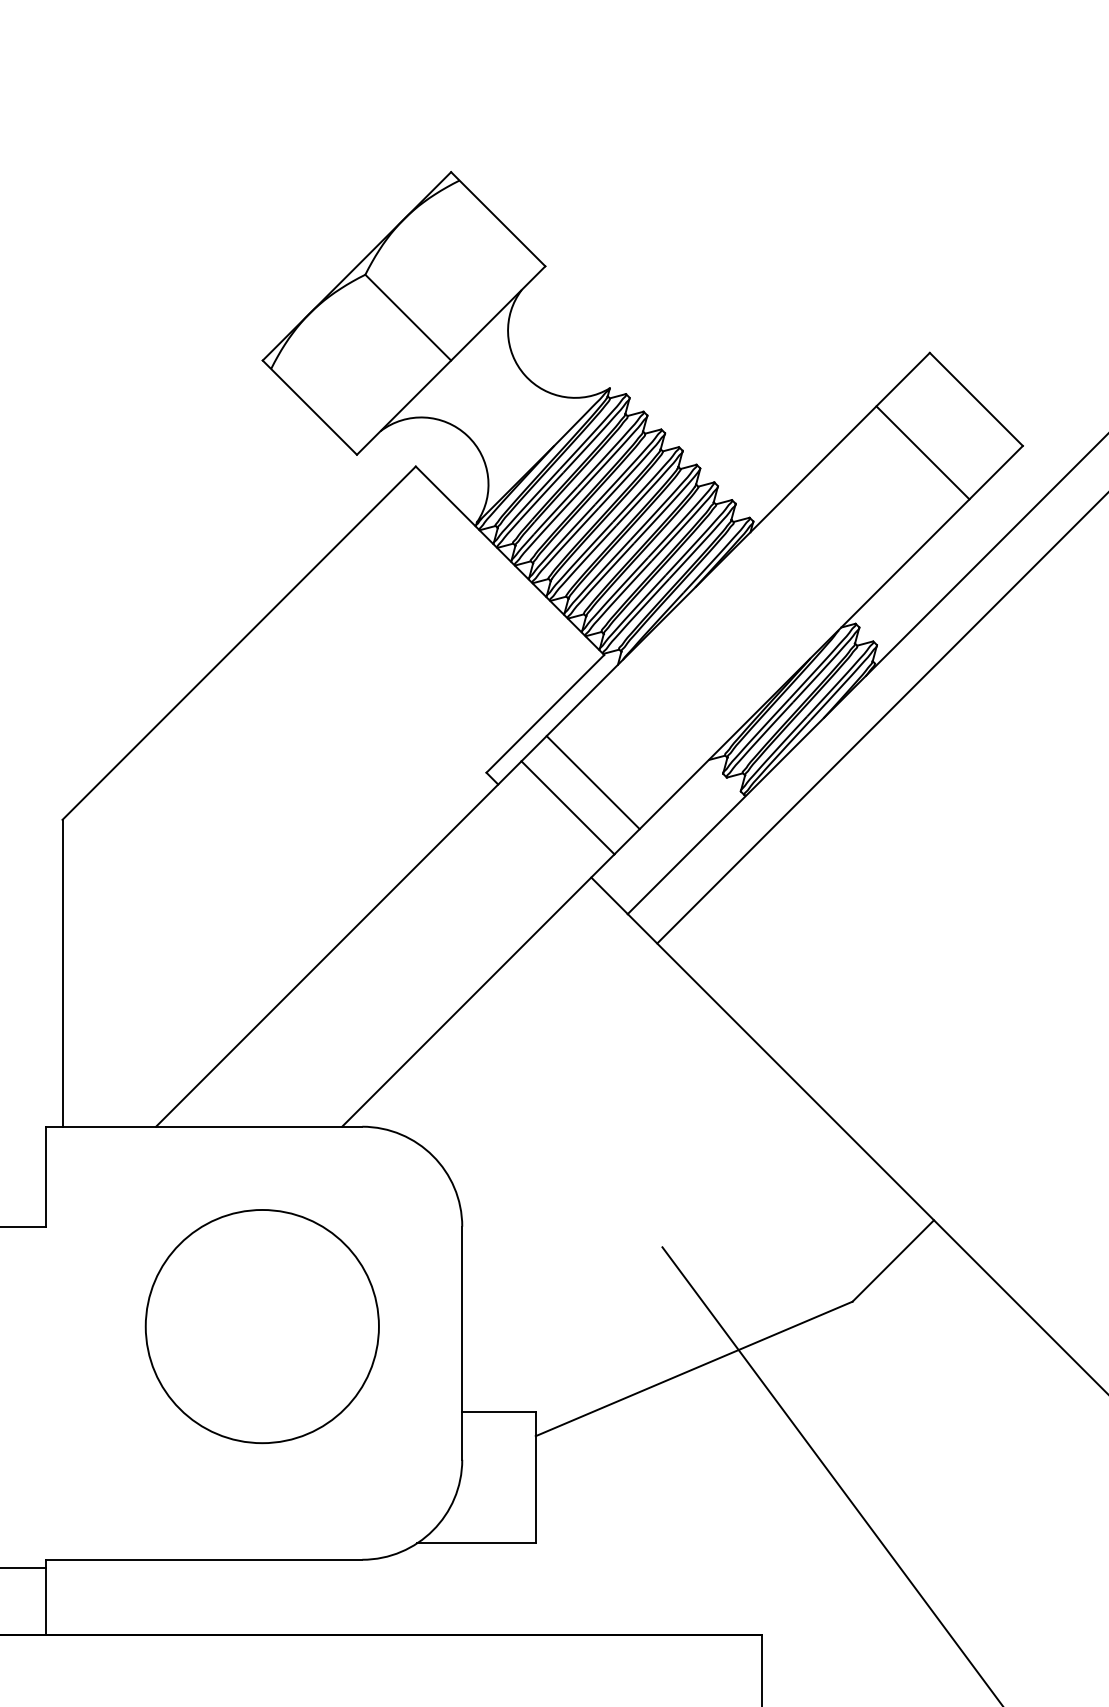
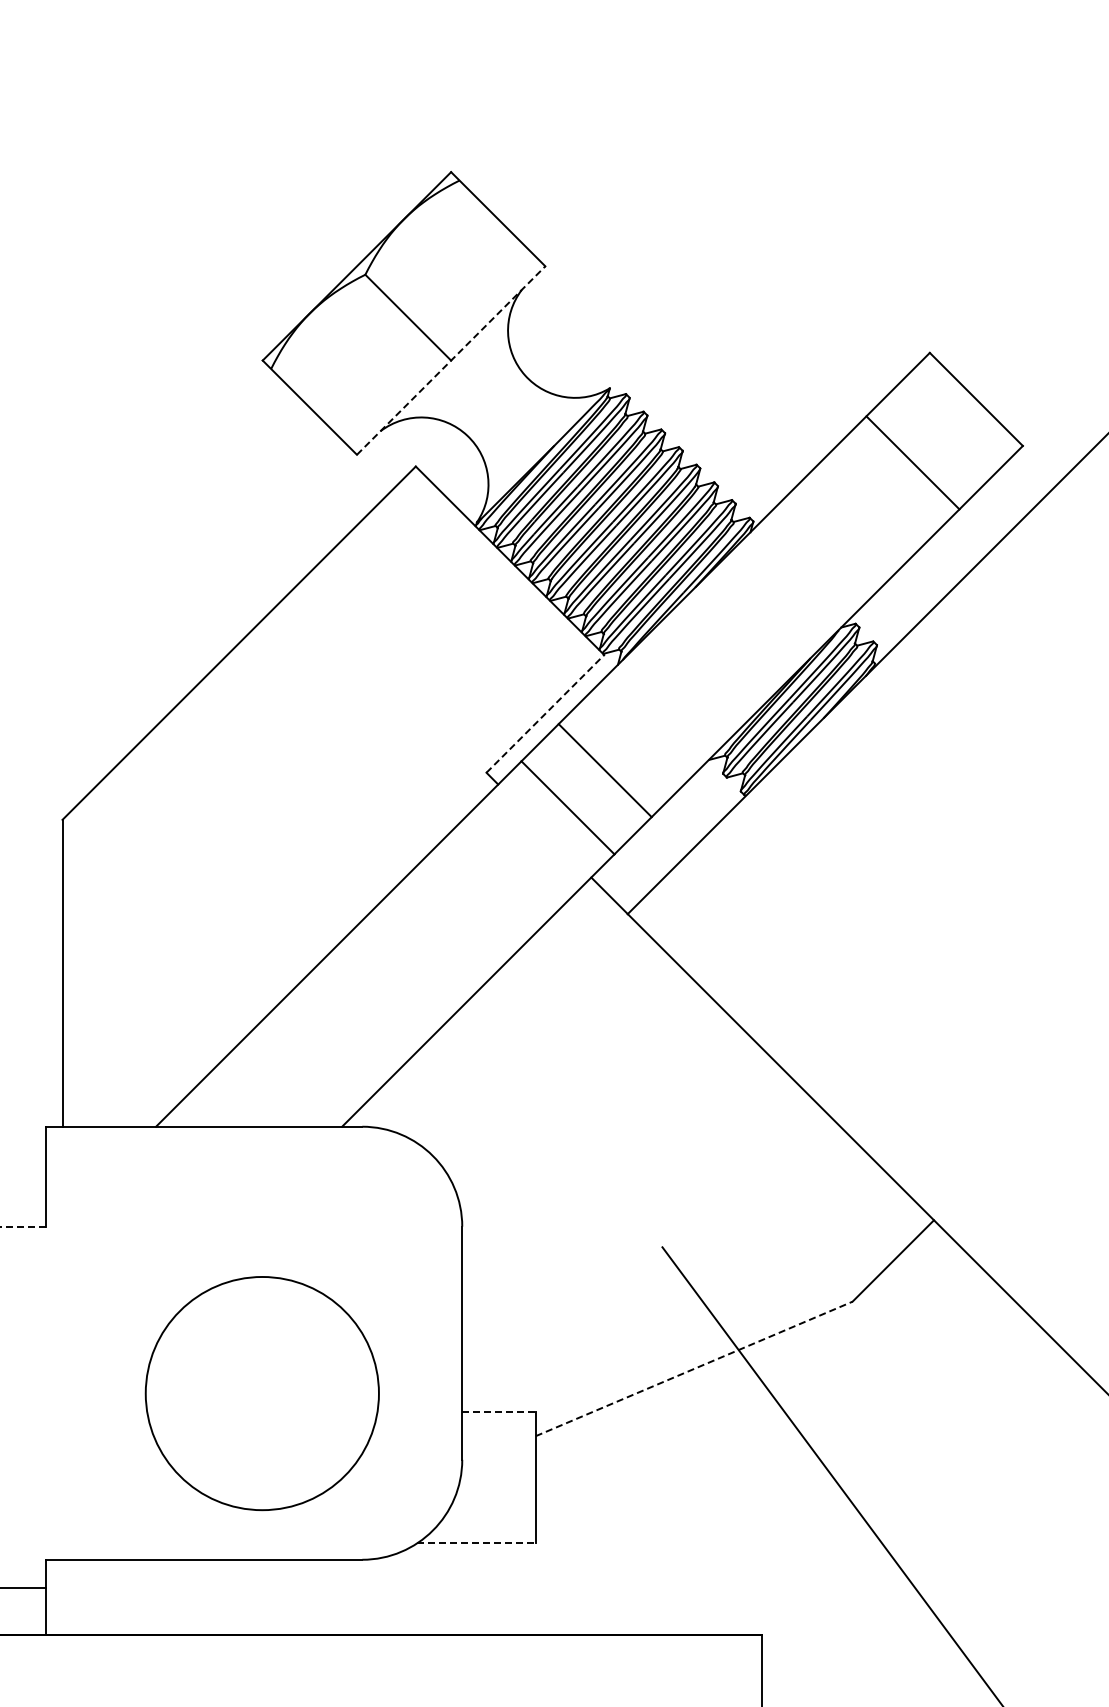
line at (451, 360): solid -> dashed
line at (922, 452) position: (922, 452) -> (912, 462)
line at (545, 713): solid -> dashed
line at (881, 719): present -> none
line at (592, 782) position: (592, 782) -> (604, 770)
line at (22, 1226): solid -> dashed
circle at (261, 1326) position: (261, 1326) -> (261, 1393)
line at (694, 1368): solid -> dashed
line at (499, 1411): solid -> dashed
line at (476, 1543): solid -> dashed
line at (23, 1568) position: (23, 1568) -> (23, 1588)
